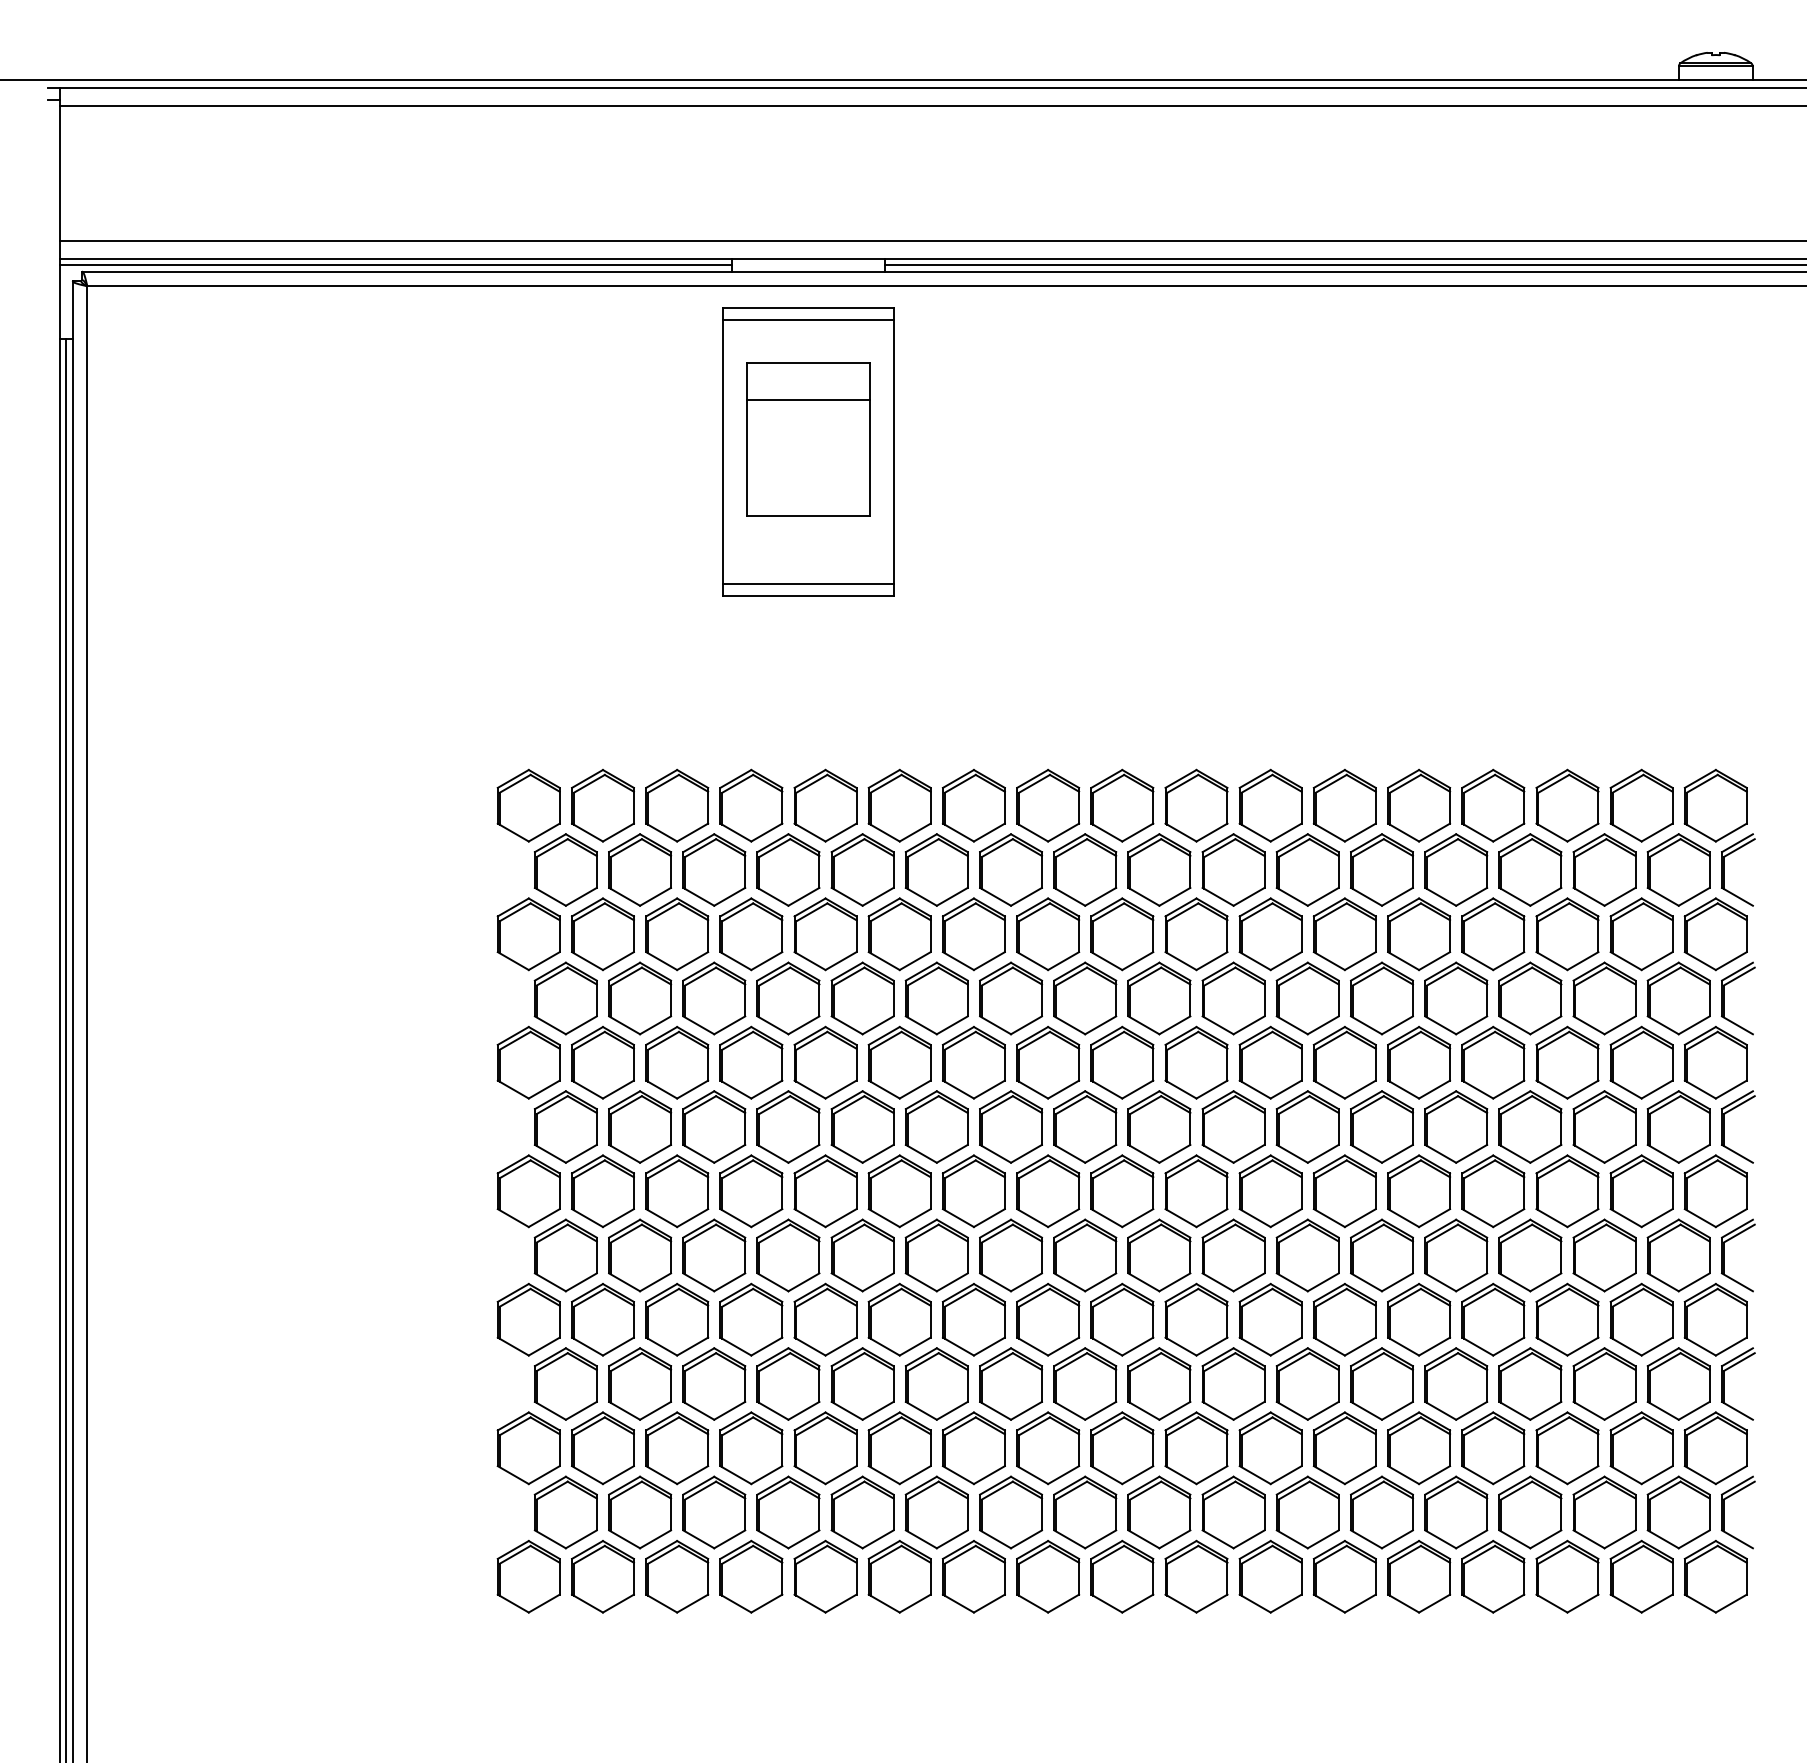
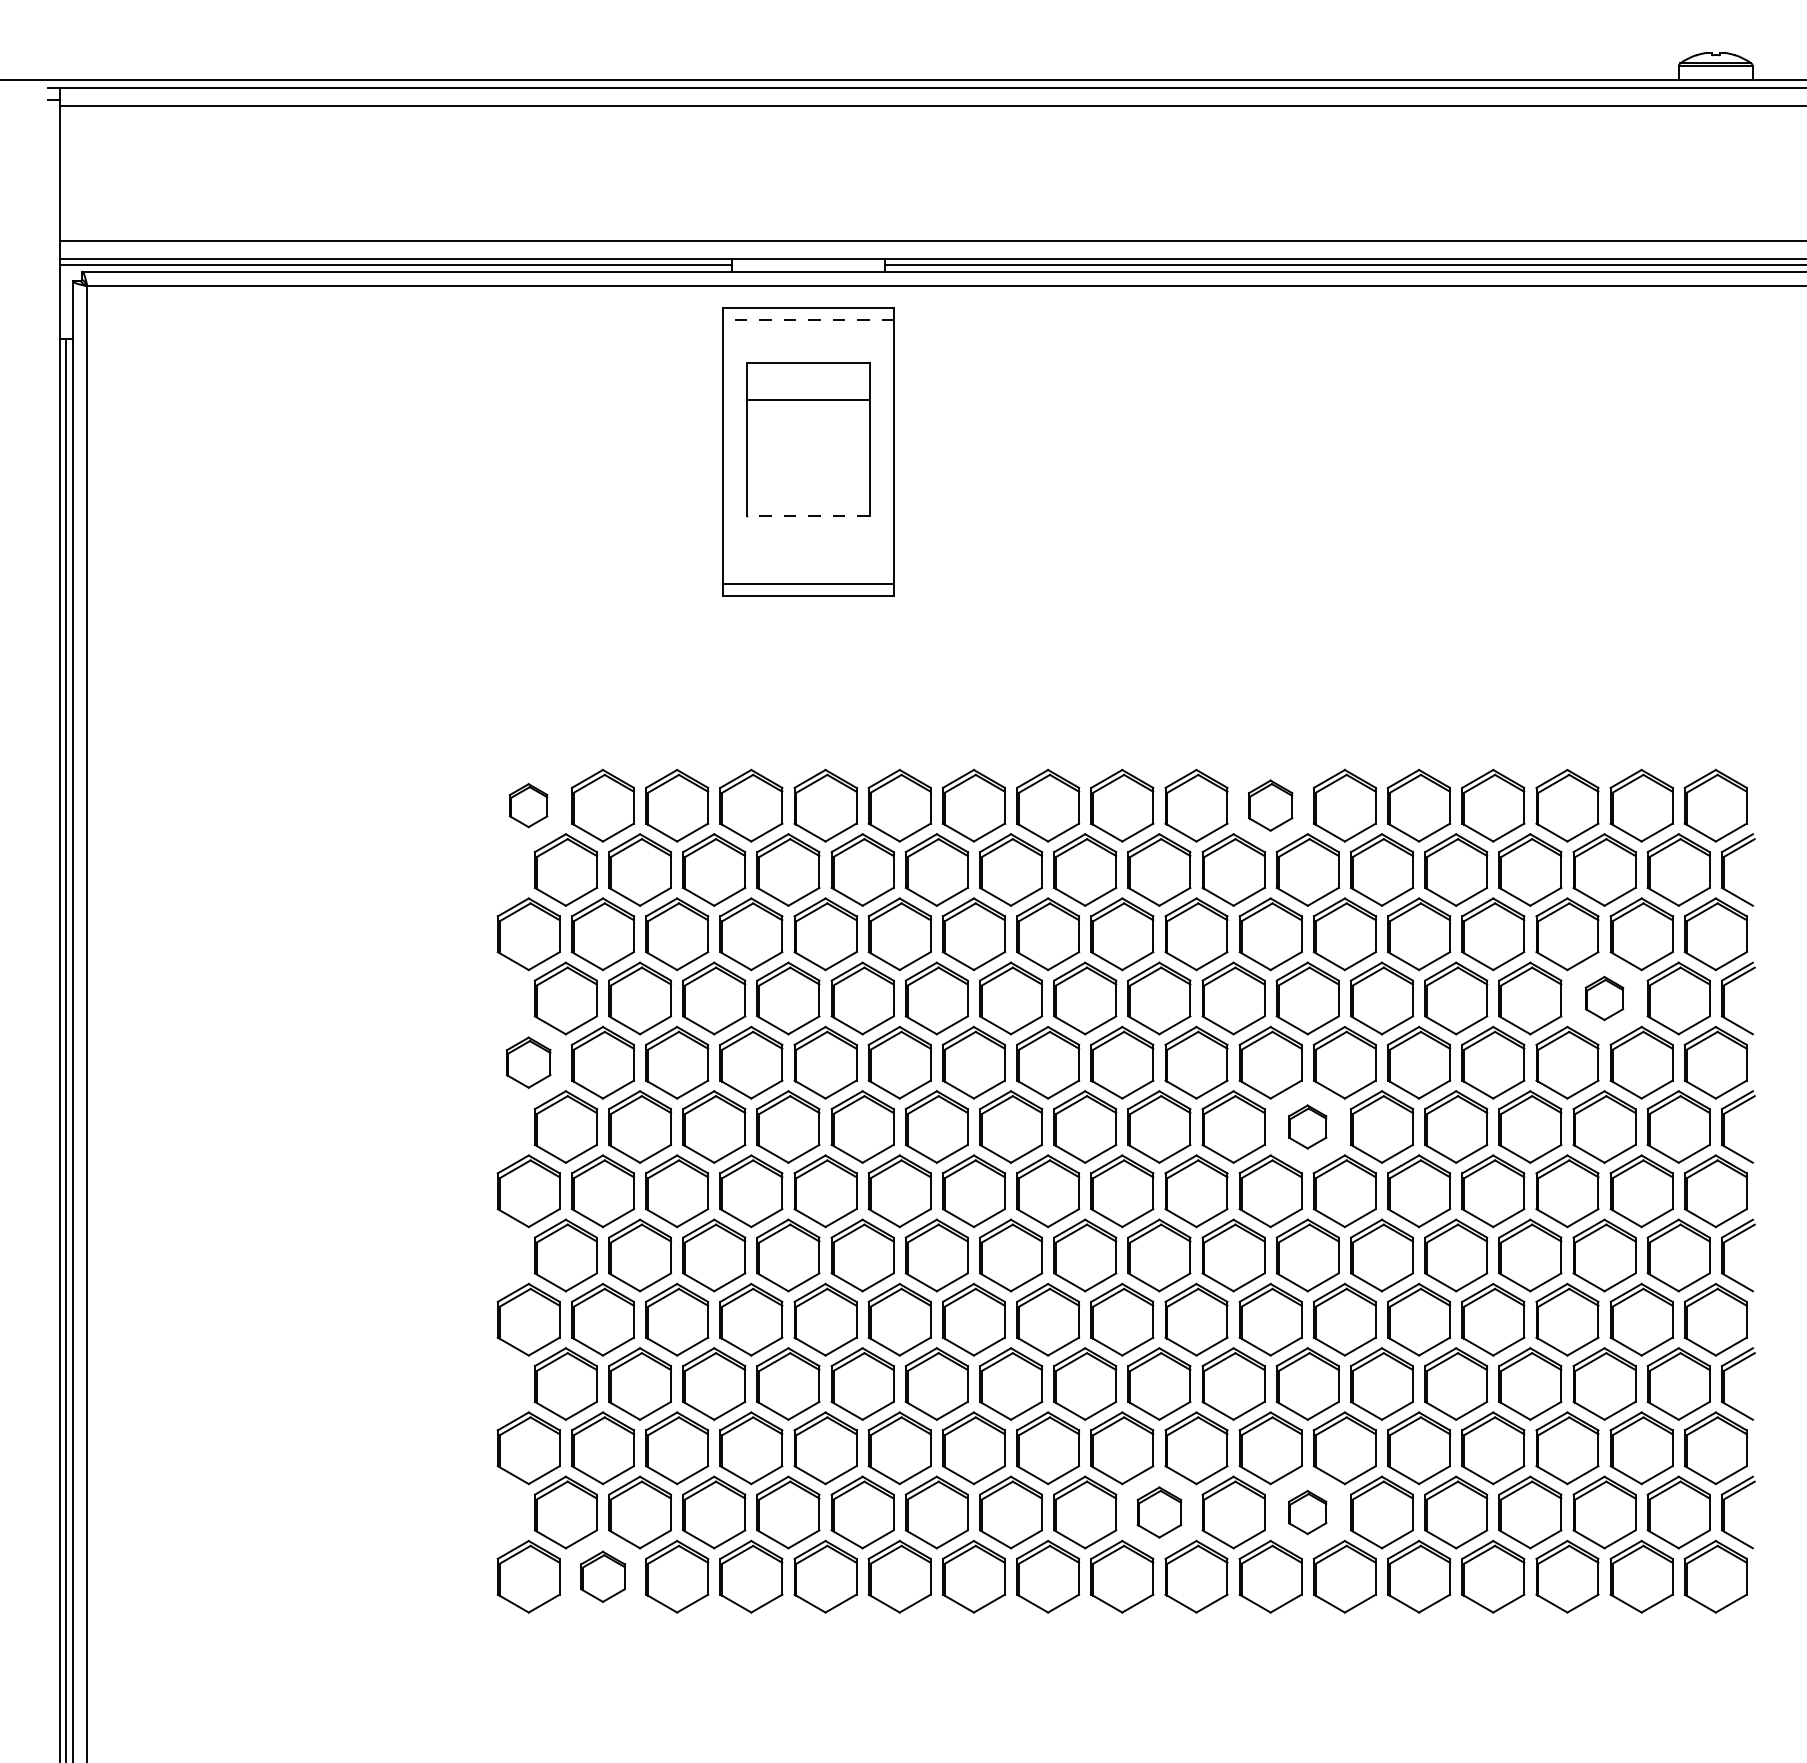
line at (808, 319): solid -> dashed
line at (807, 516): solid -> dashed
part at (528, 805) size: 65x75 px -> 40x46 px
part at (1270, 805) size: 65x75 px -> 47x53 px
part at (1604, 998) size: 65x75 px -> 41x47 px
part at (528, 1062) size: 65x75 px -> 46x53 px
part at (1307, 1126) size: 65x74 px -> 40x46 px
part at (1159, 1512) size: 65x75 px -> 47x53 px
part at (1307, 1512) size: 65x75 px -> 40x46 px
part at (602, 1576) size: 64x74 px -> 46x53 px
